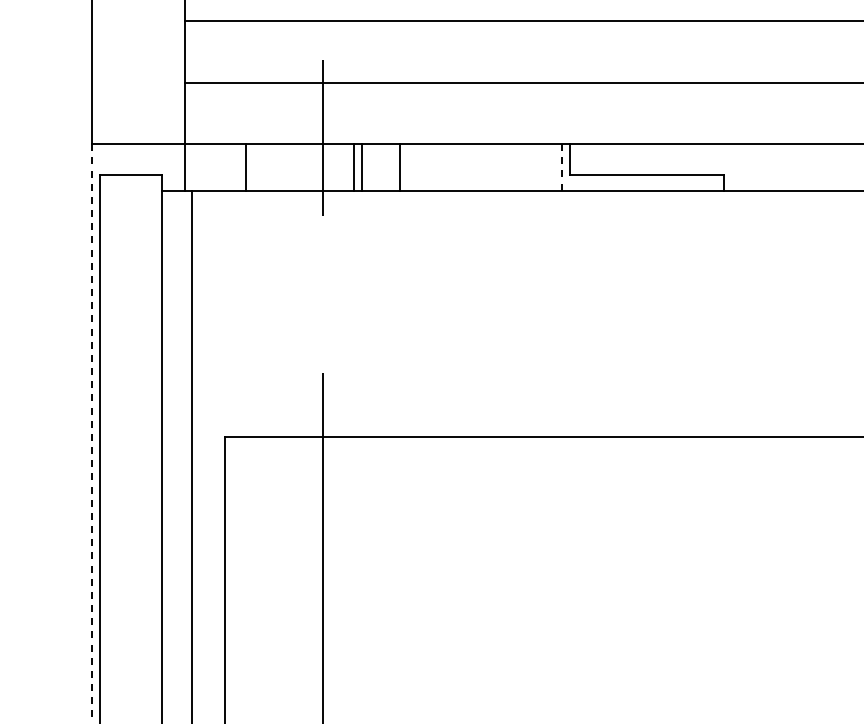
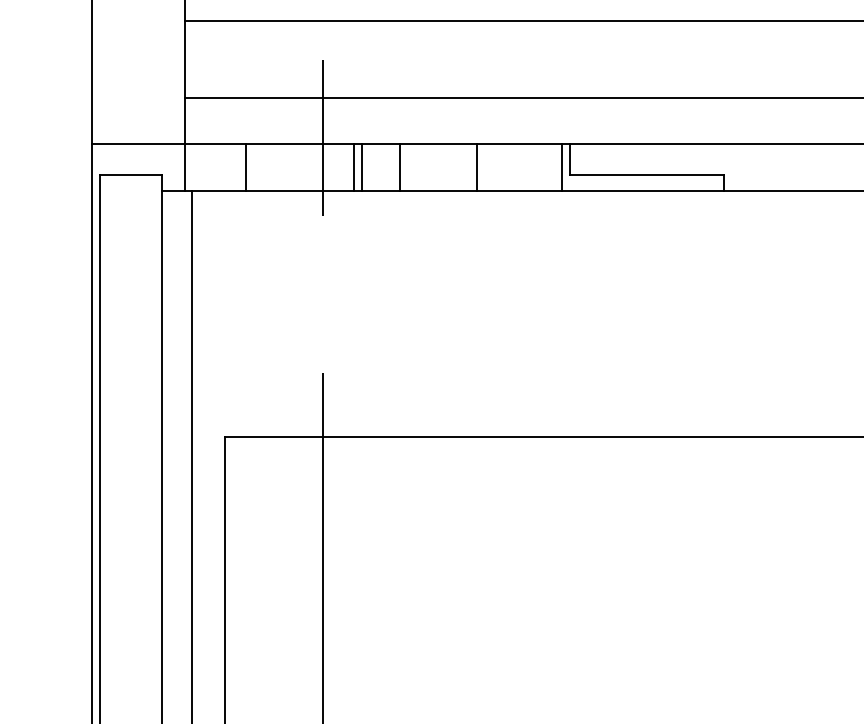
line at (522, 83) position: (522, 83) -> (522, 98)
line at (562, 166): dashed -> solid
line at (477, 167): none -> present
line at (92, 434): dashed -> solid
